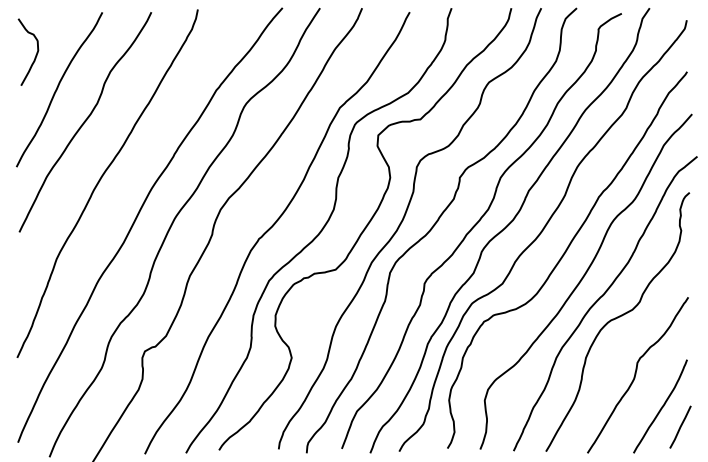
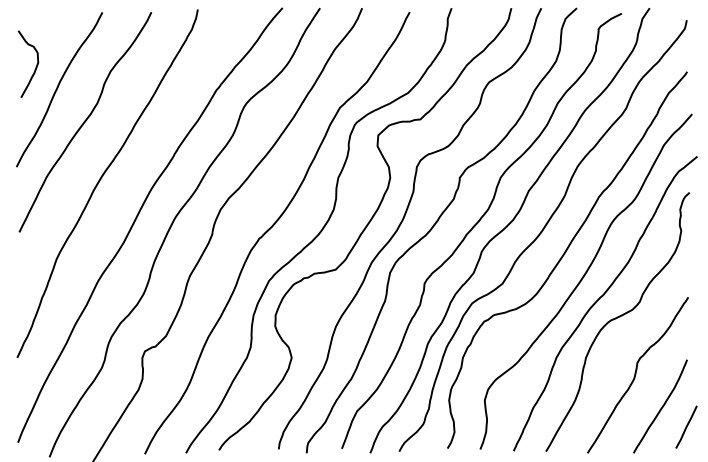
curve at (35, 54) position: (35, 54) -> (35, 66)
line at (680, 426) position: (680, 426) -> (686, 426)
